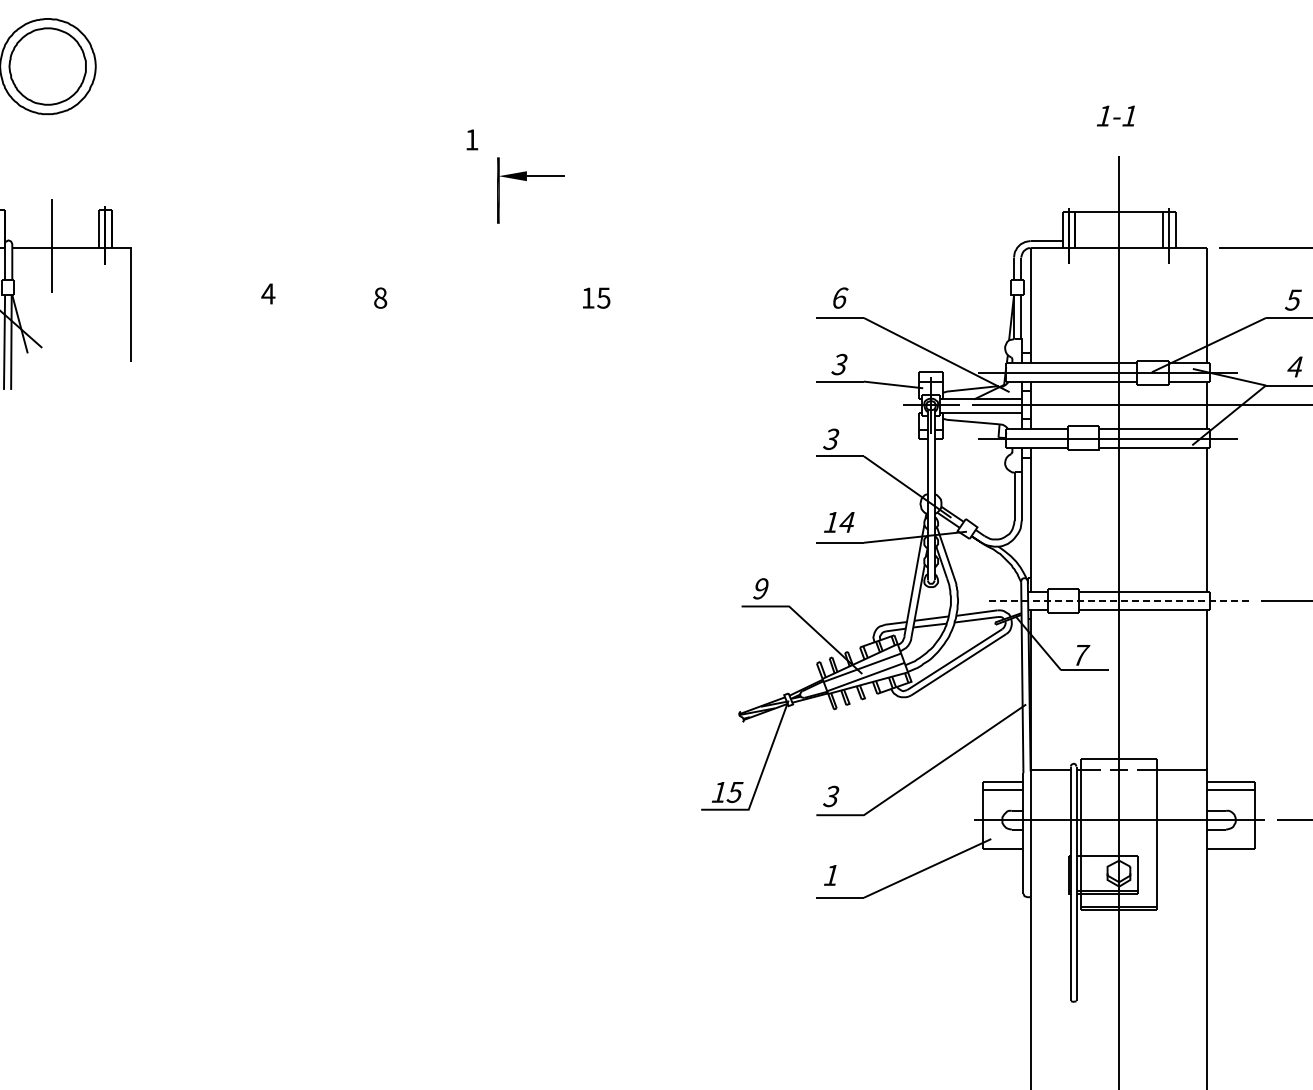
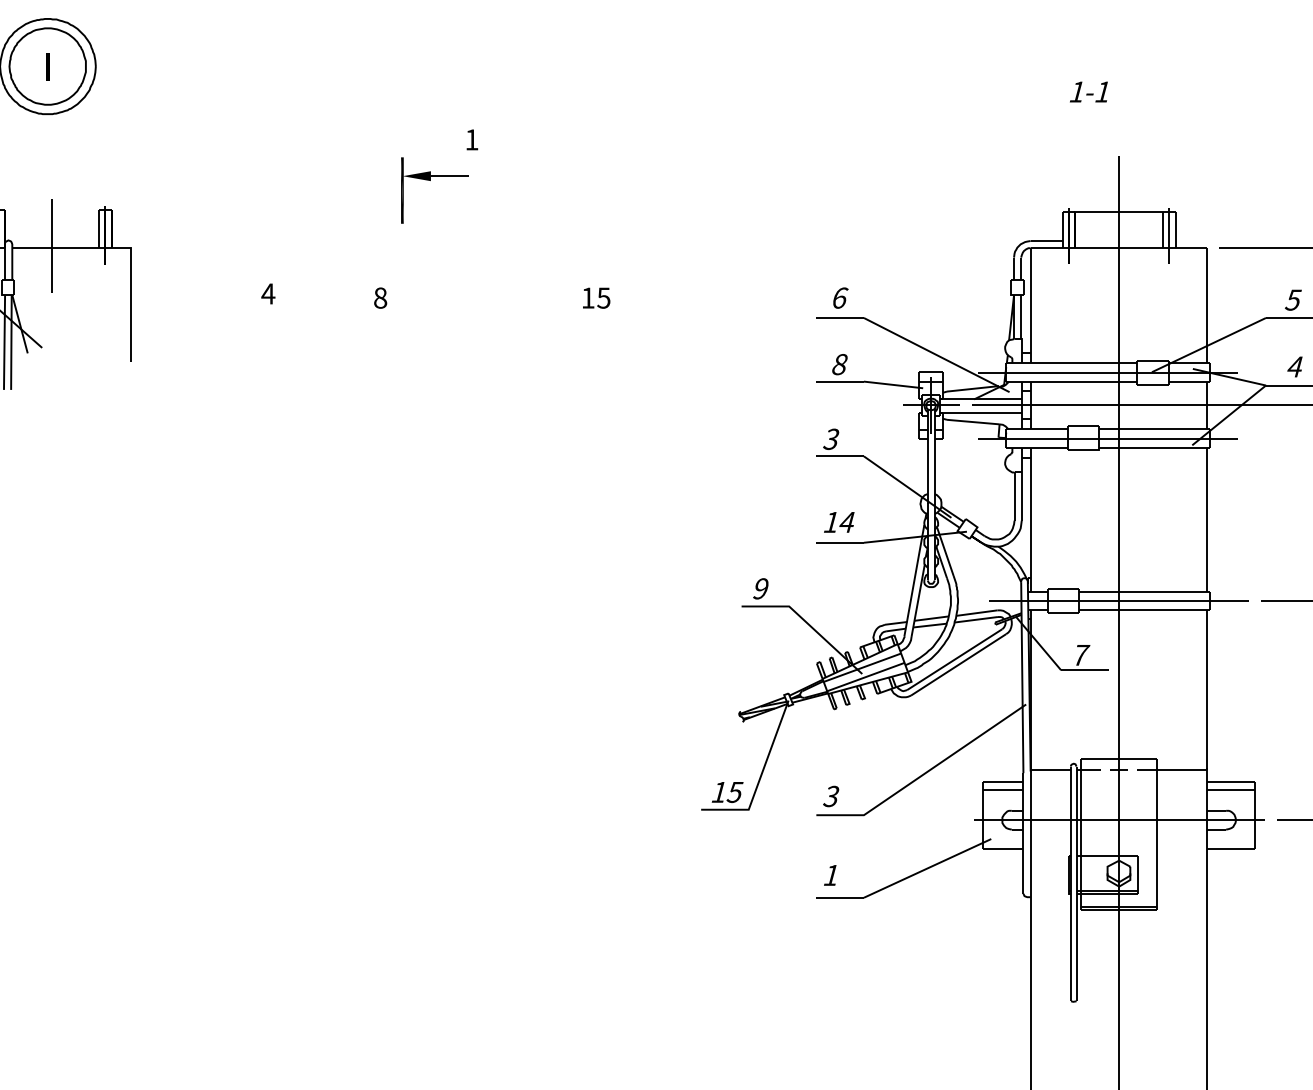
fill at (47, 66): none -> present
text at (1115, 115) position: (1115, 115) -> (1088, 91)
part at (526, 180) position: (526, 180) -> (430, 180)
text at (839, 364): 3 -> 8
line at (1118, 600): dashed -> solid
